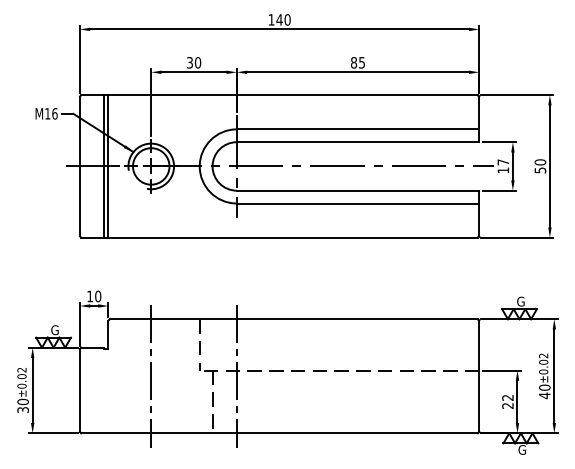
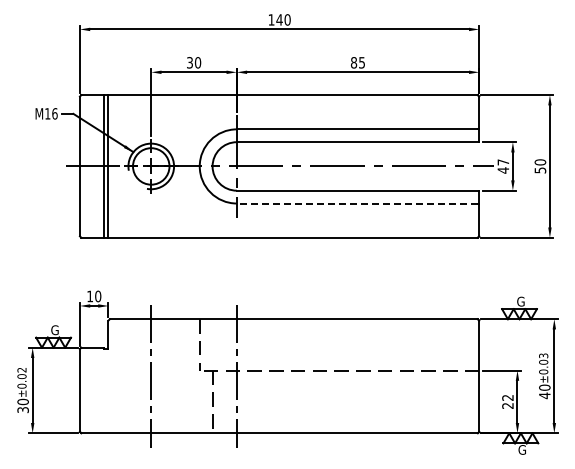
text at (503, 170): 17 -> 47
line at (357, 203): solid -> dashed
text at (543, 355): ±0.02 -> ±0.03
